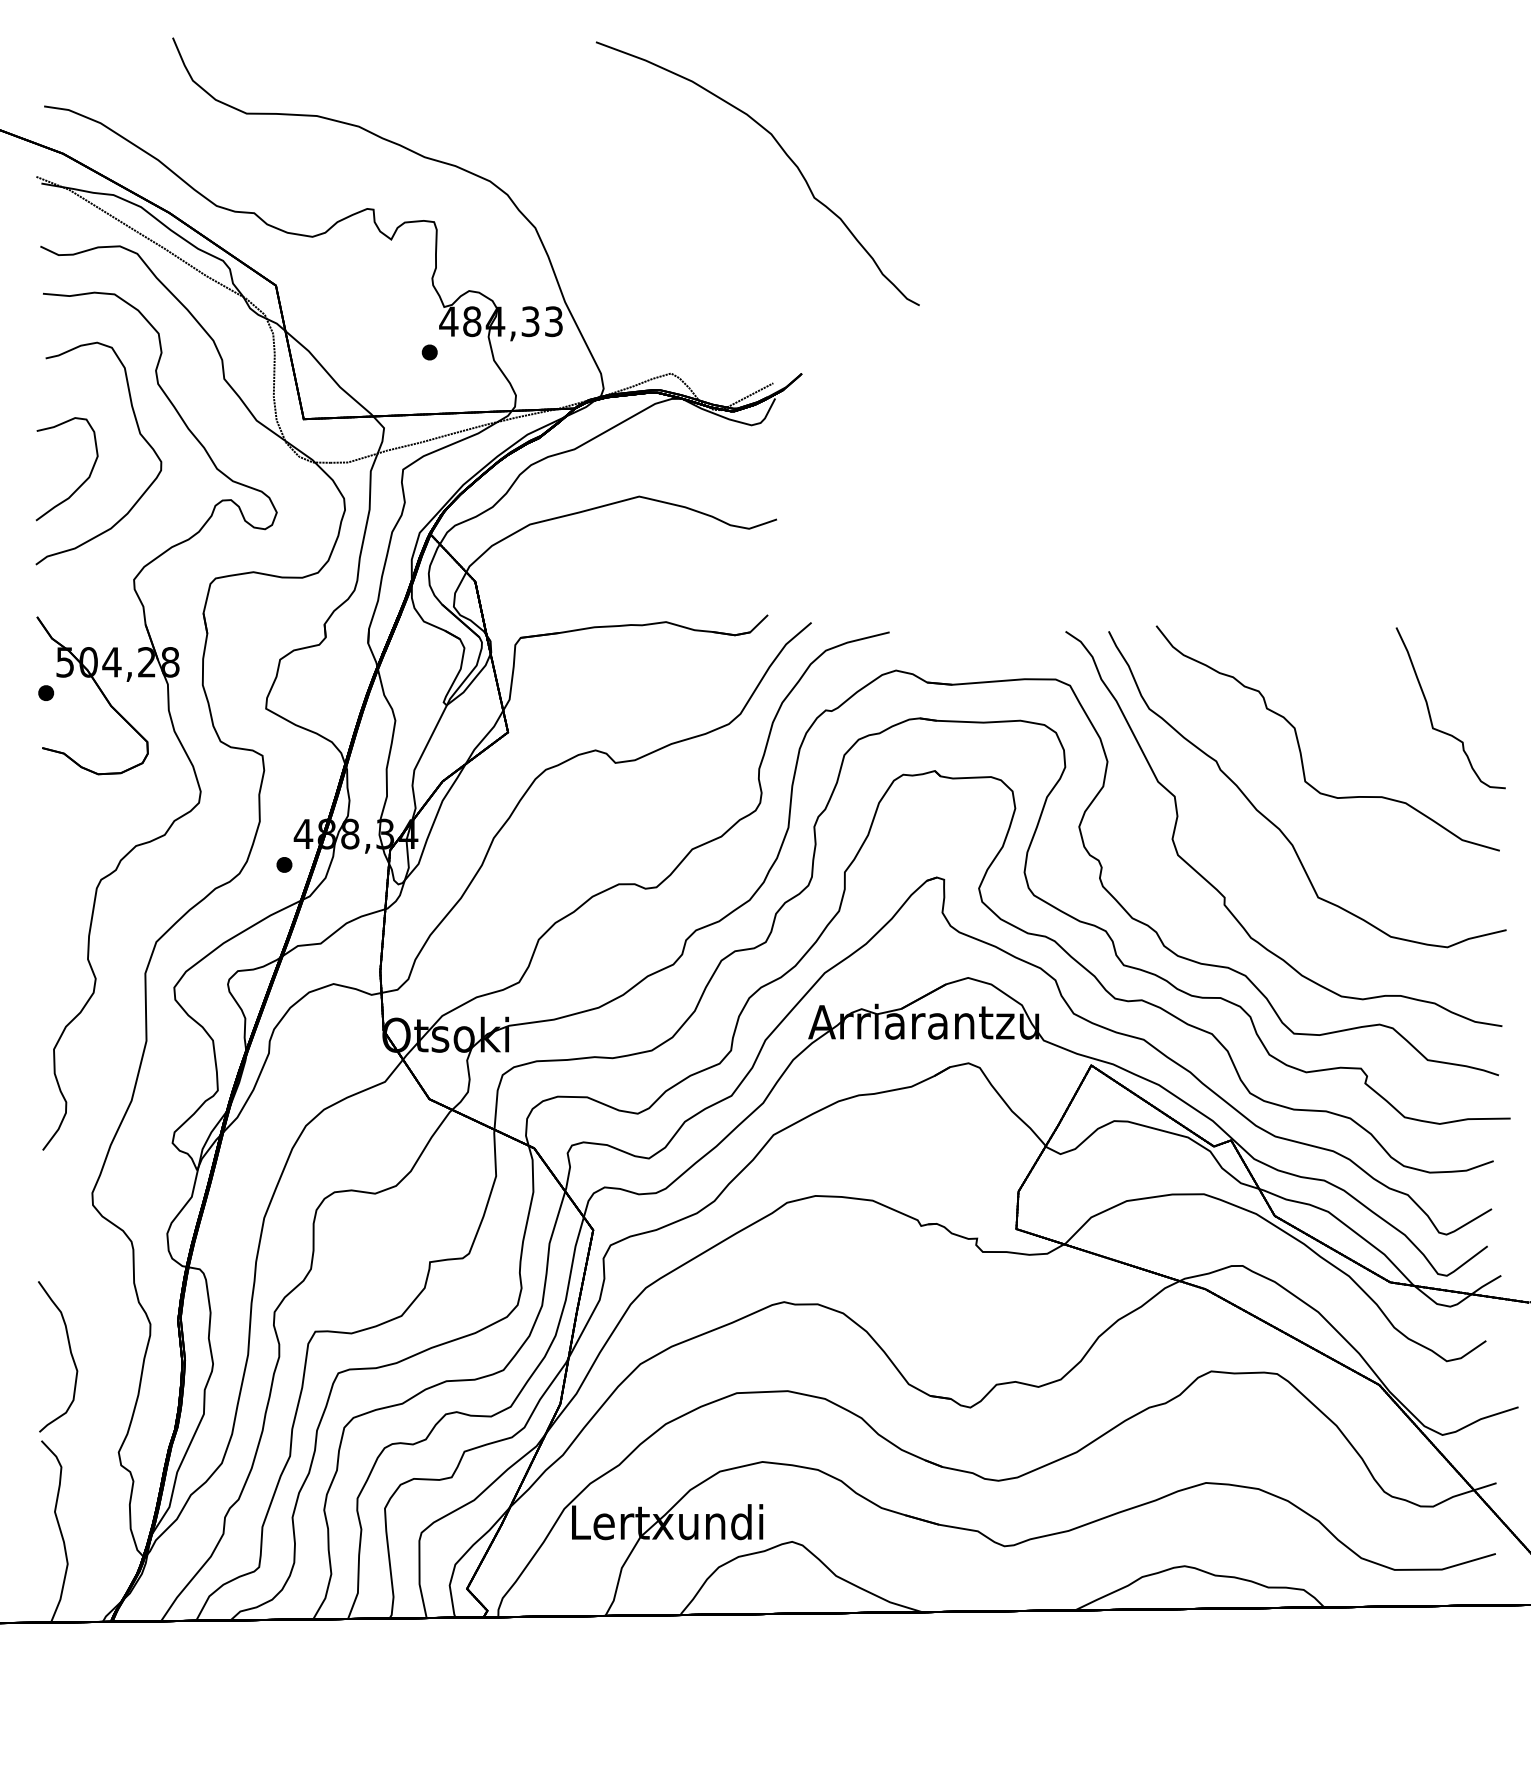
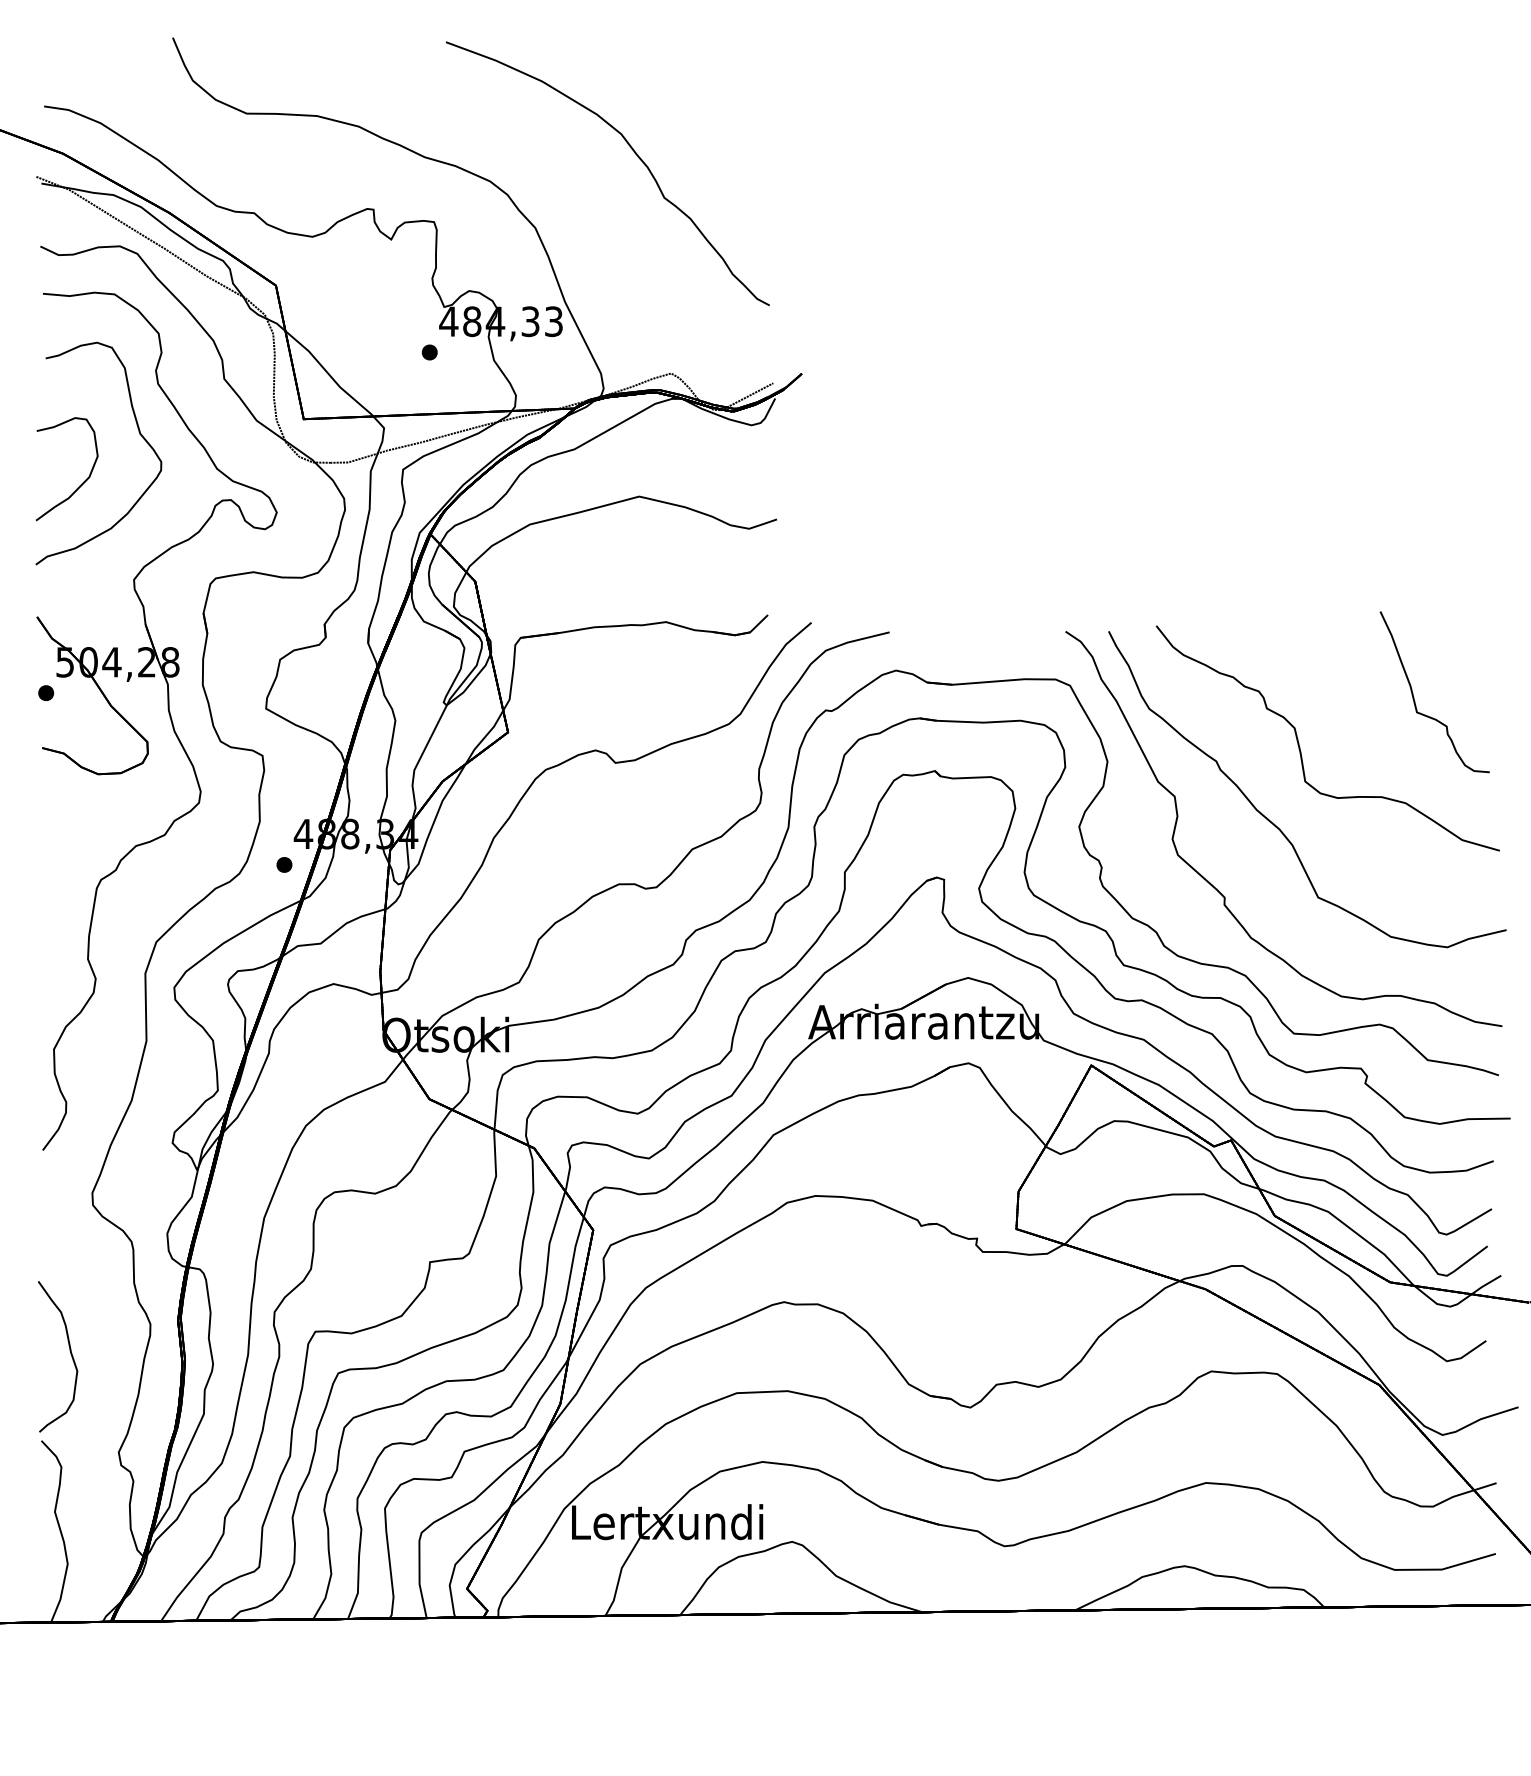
curve at (784, 153) position: (784, 153) -> (634, 153)
curve at (1430, 713) position: (1430, 713) -> (1414, 697)
